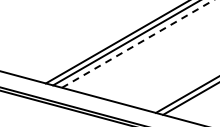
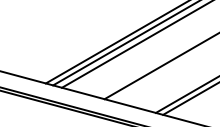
line at (138, 43): dashed -> solid
line at (160, 66): none -> present
